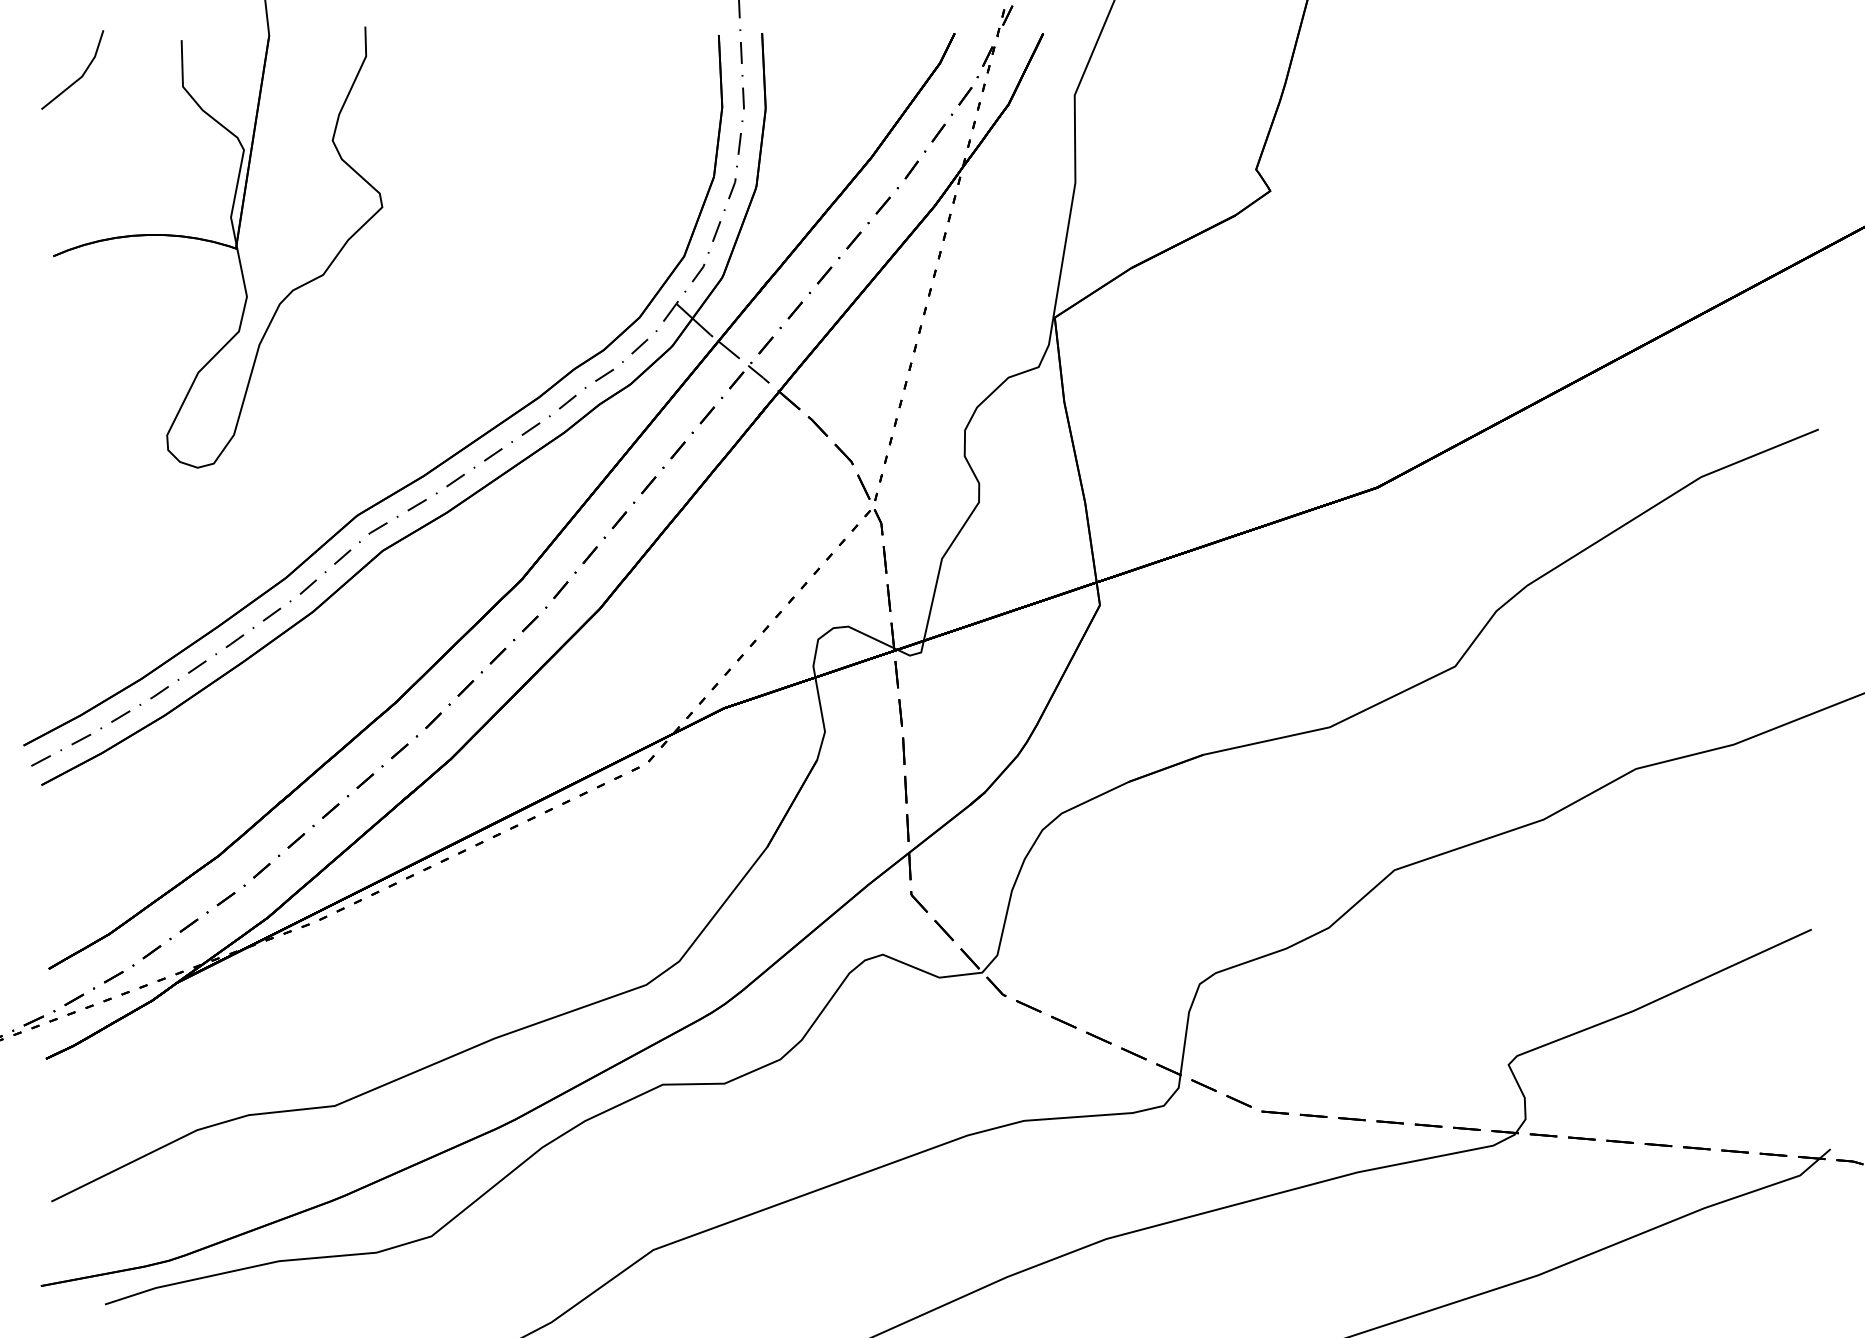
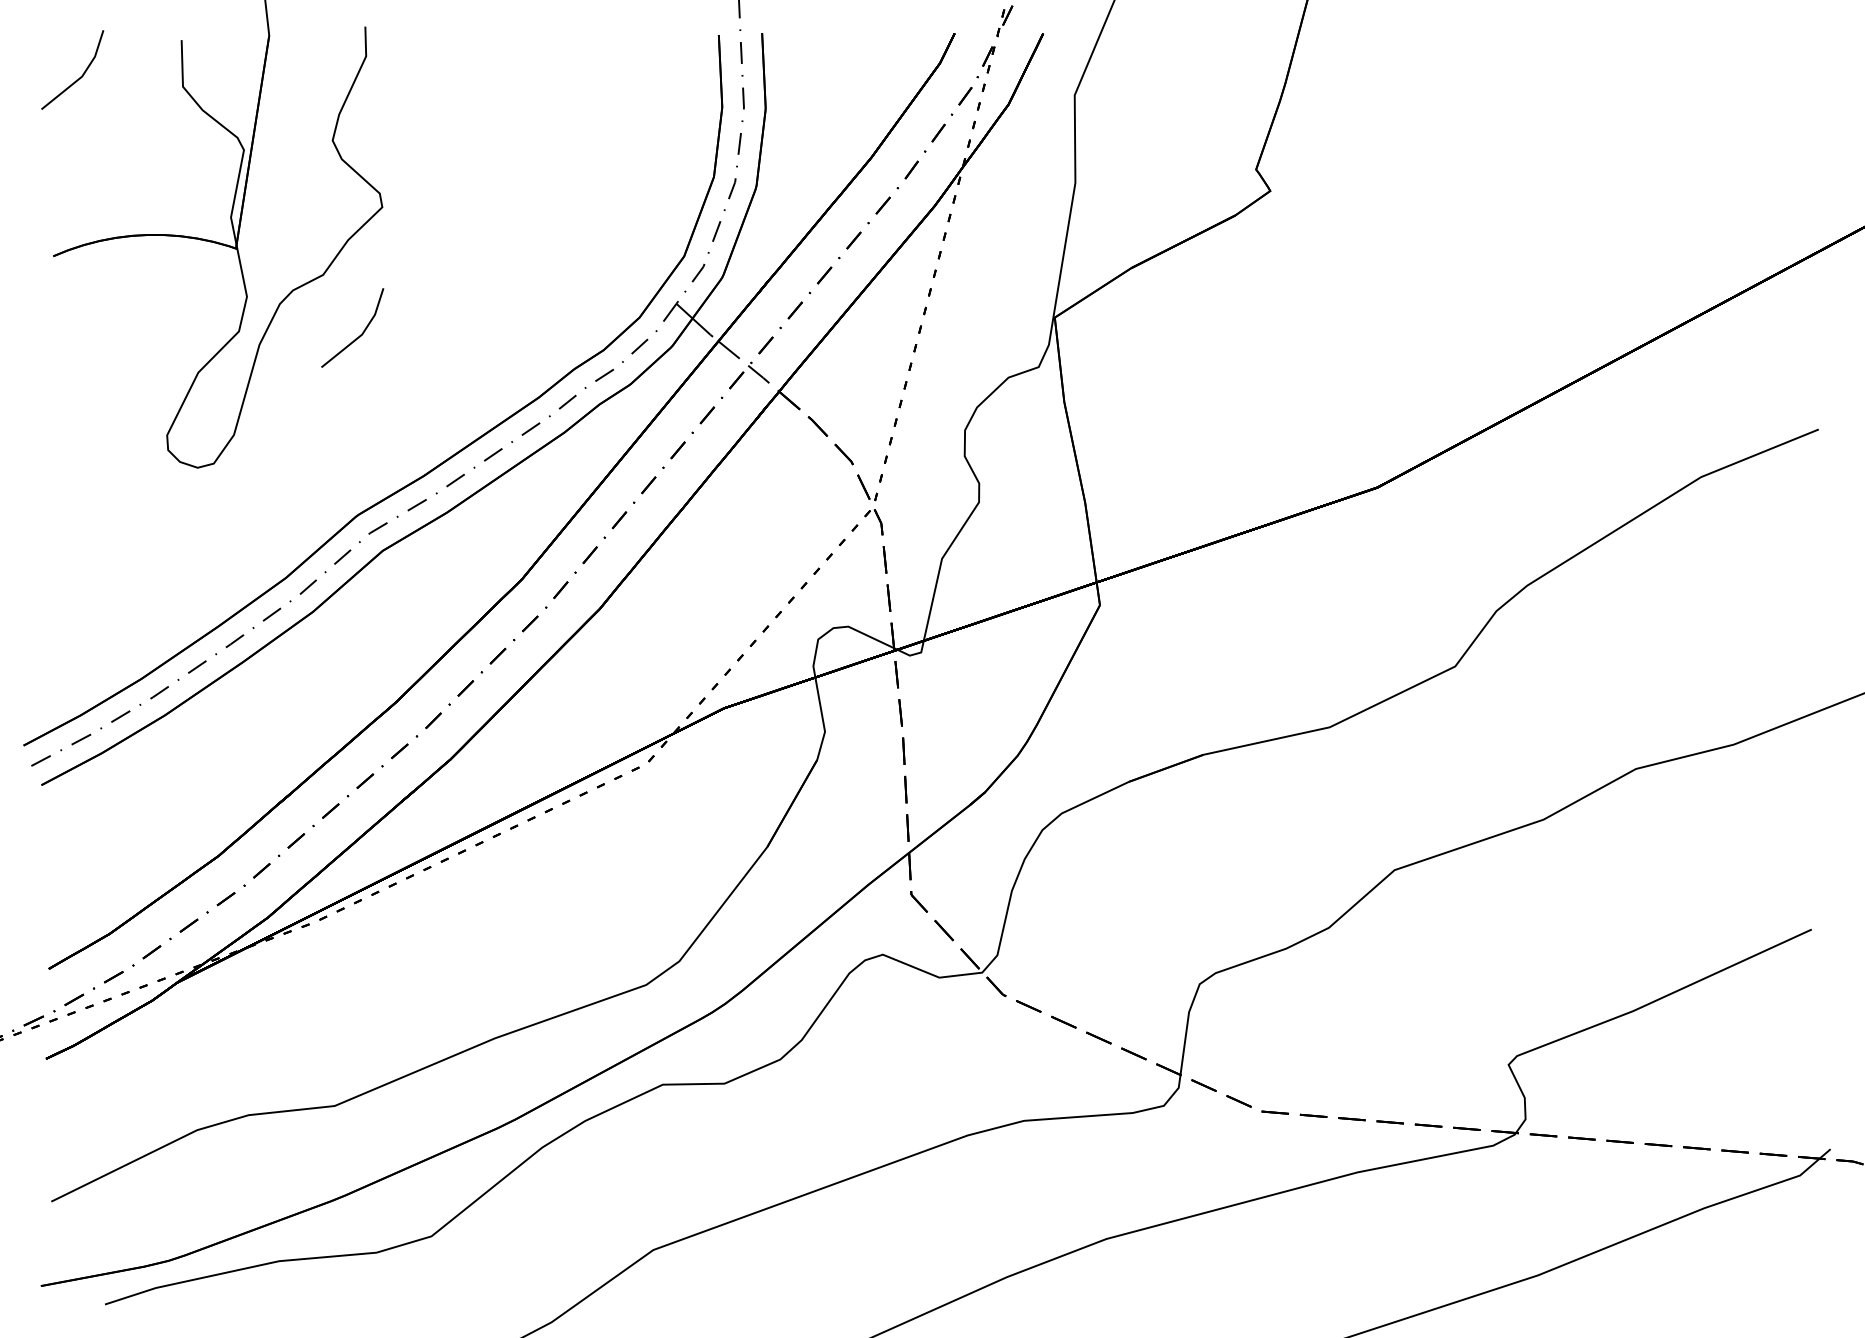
line at (360, 334): none -> present
